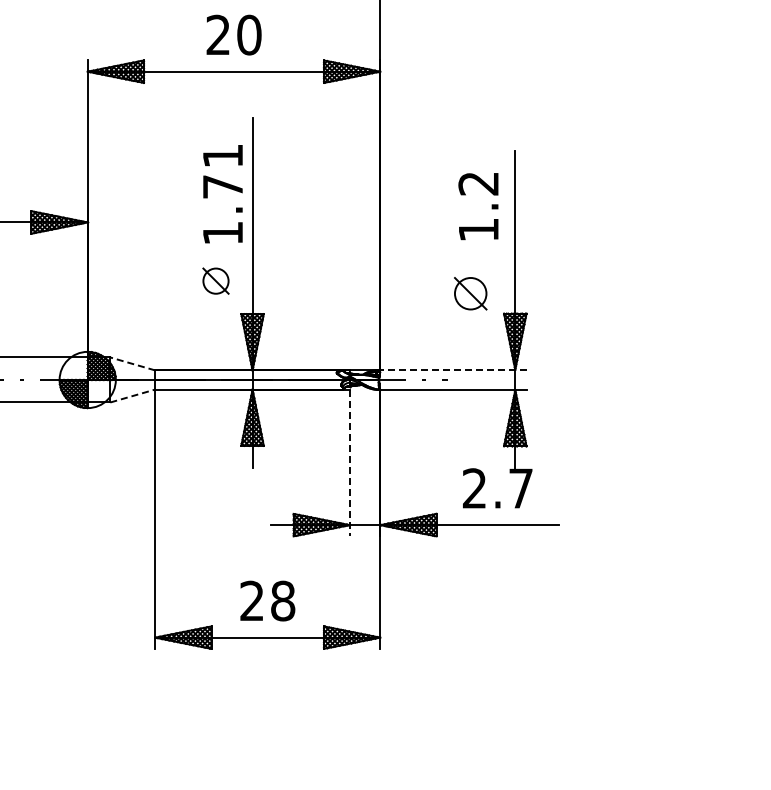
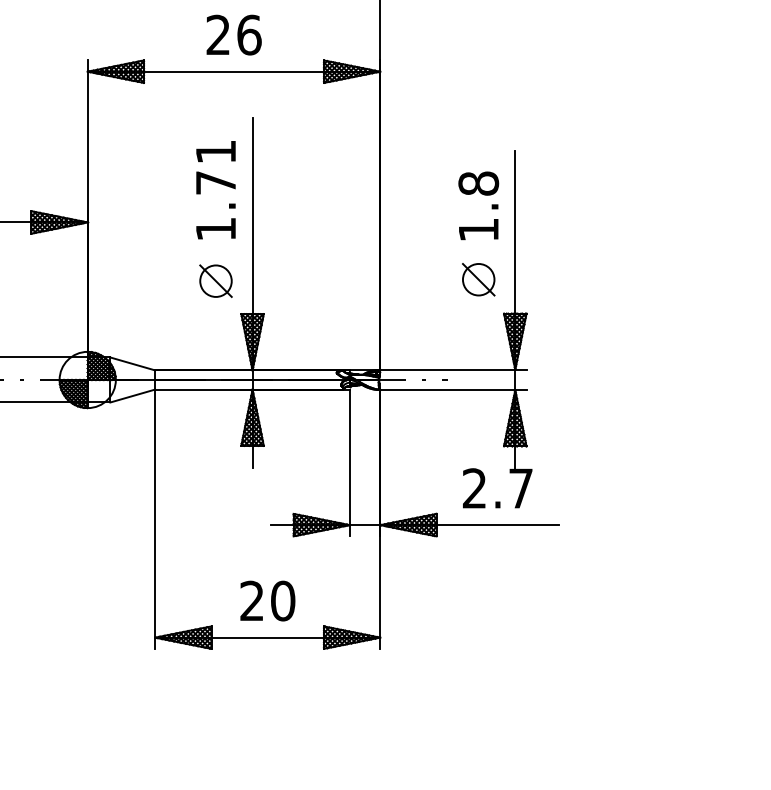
text at (249, 34): 20 -> 26
text at (478, 183): 1.2 -> 1.8
text at (222, 194) position: (222, 194) -> (215, 190)
part at (215, 280) size: 28x28 px -> 34x34 px
part at (470, 293) position: (470, 293) -> (478, 279)
line at (132, 363): dashed -> solid
line at (452, 369): dashed -> solid
line at (133, 395): dashed -> solid
line at (349, 463): dashed -> solid
text at (283, 600): 28 -> 20
